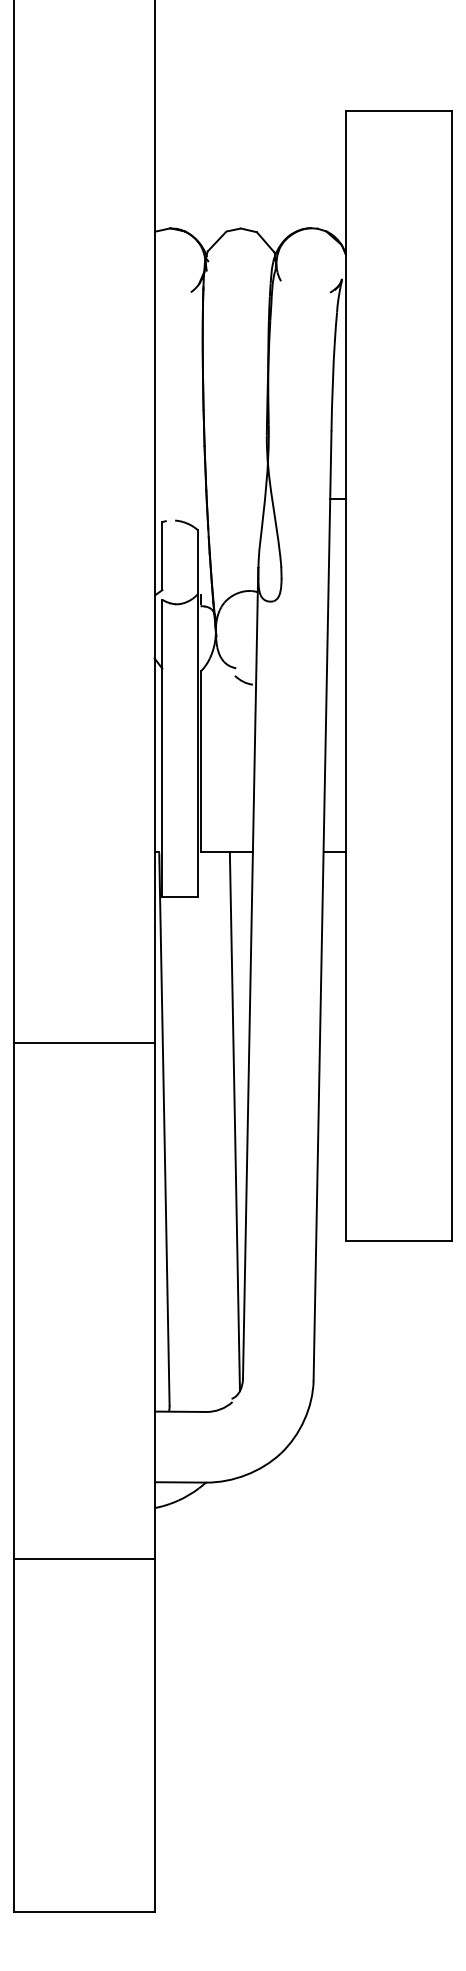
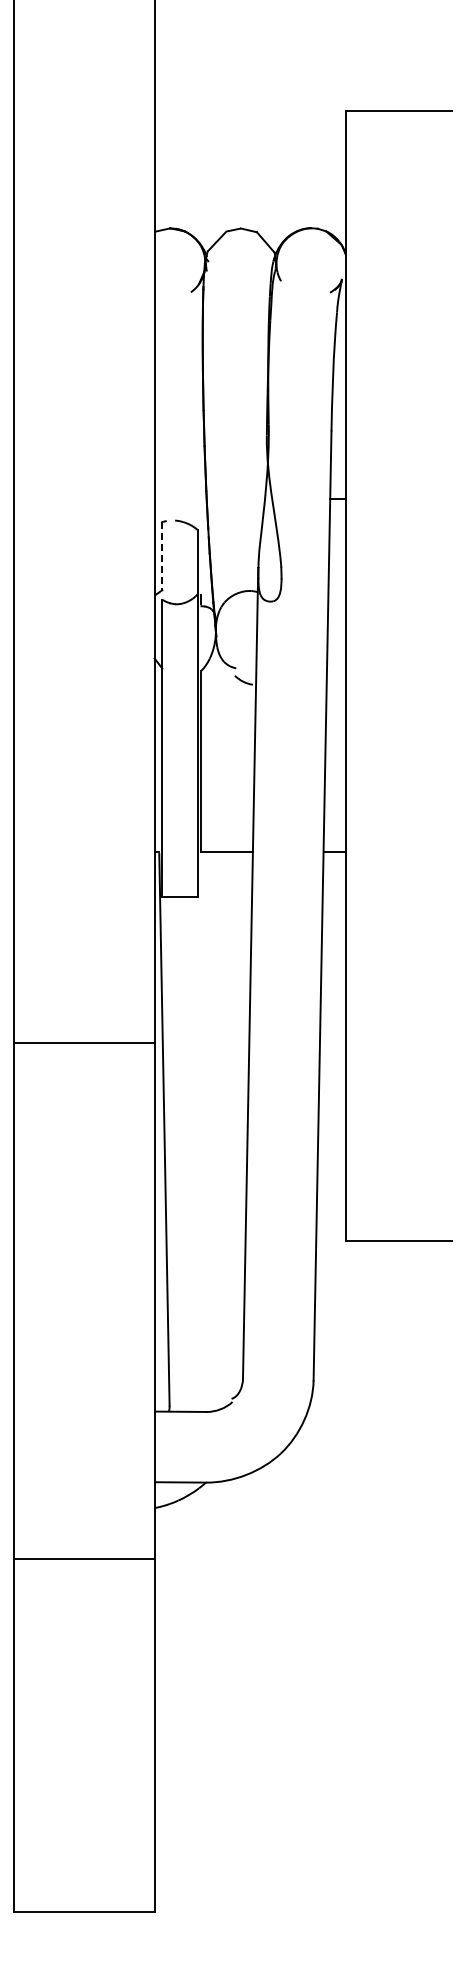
line at (162, 556): solid -> dashed
line at (451, 675): present -> none
line at (234, 1121): present -> none
